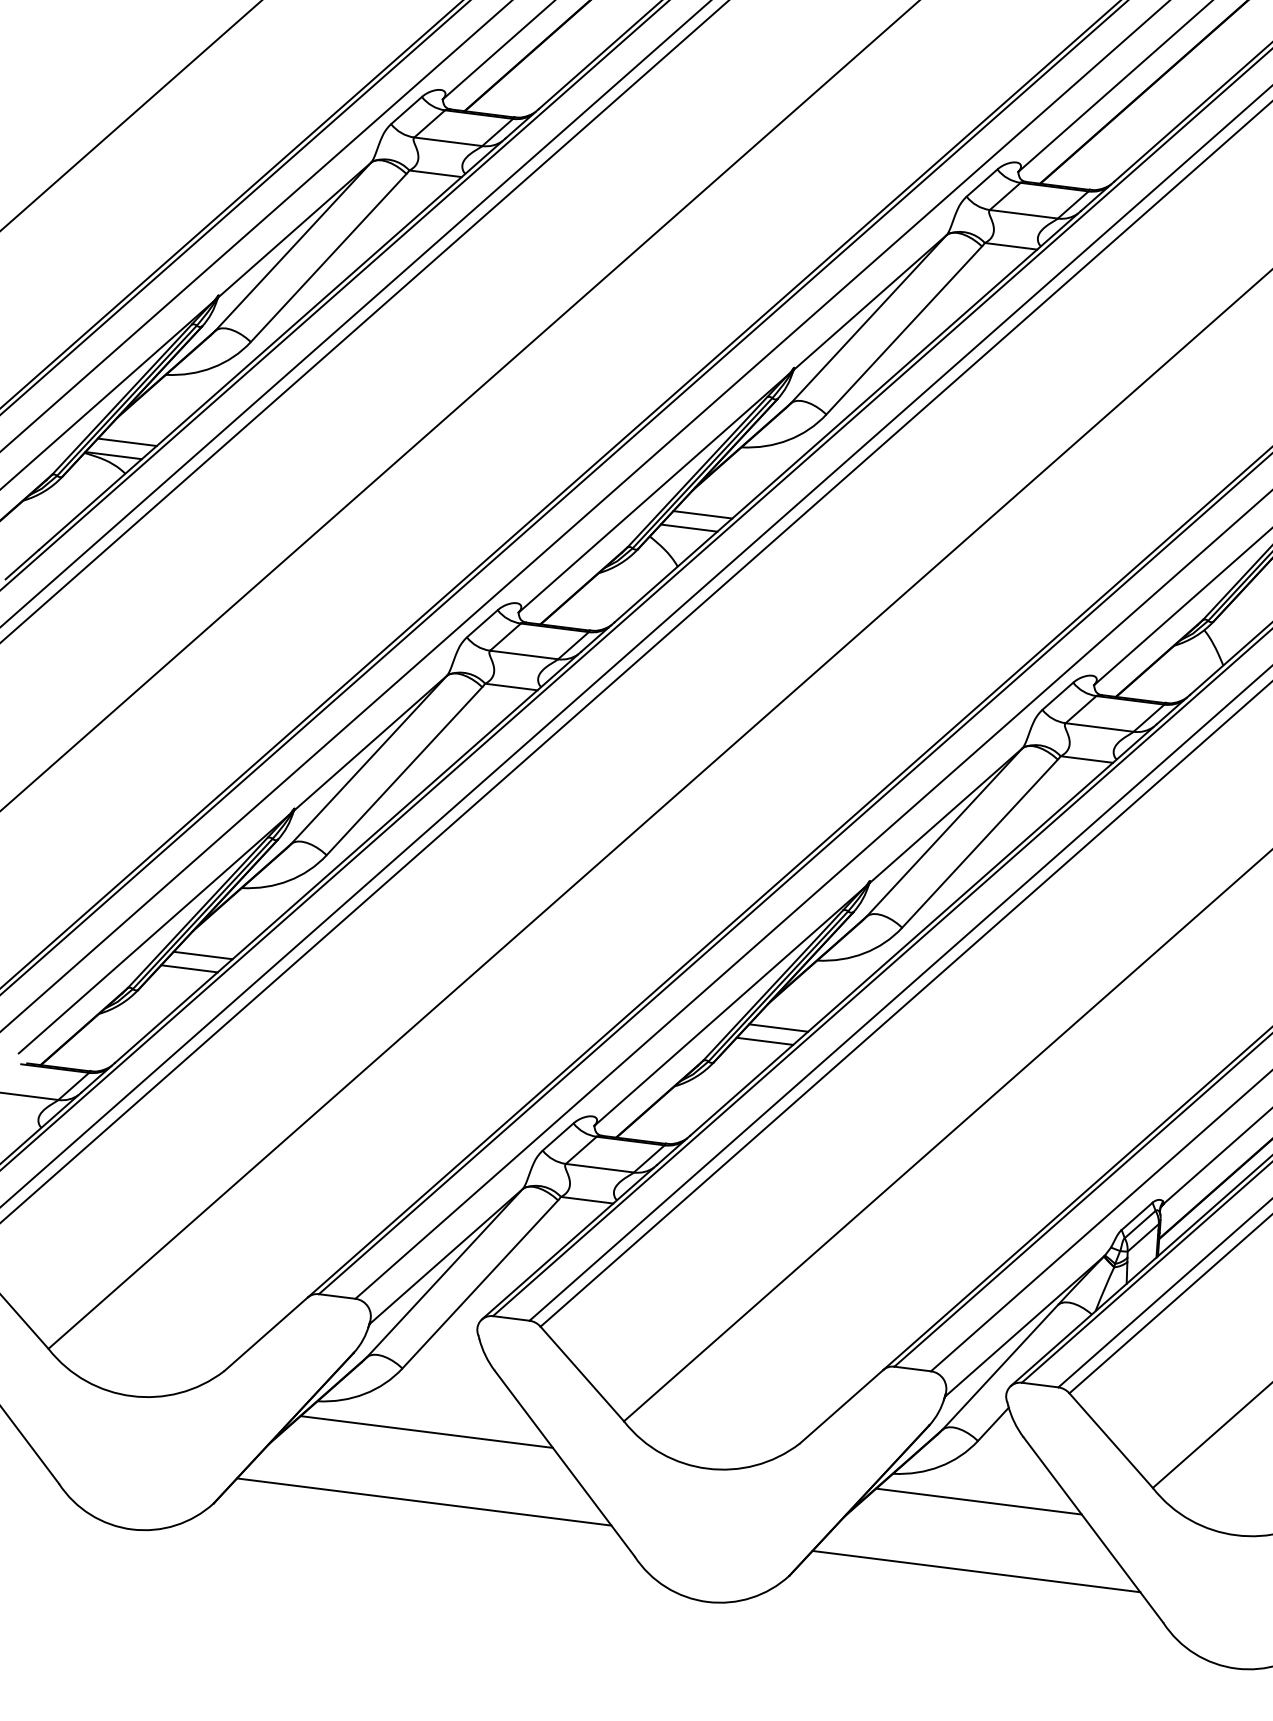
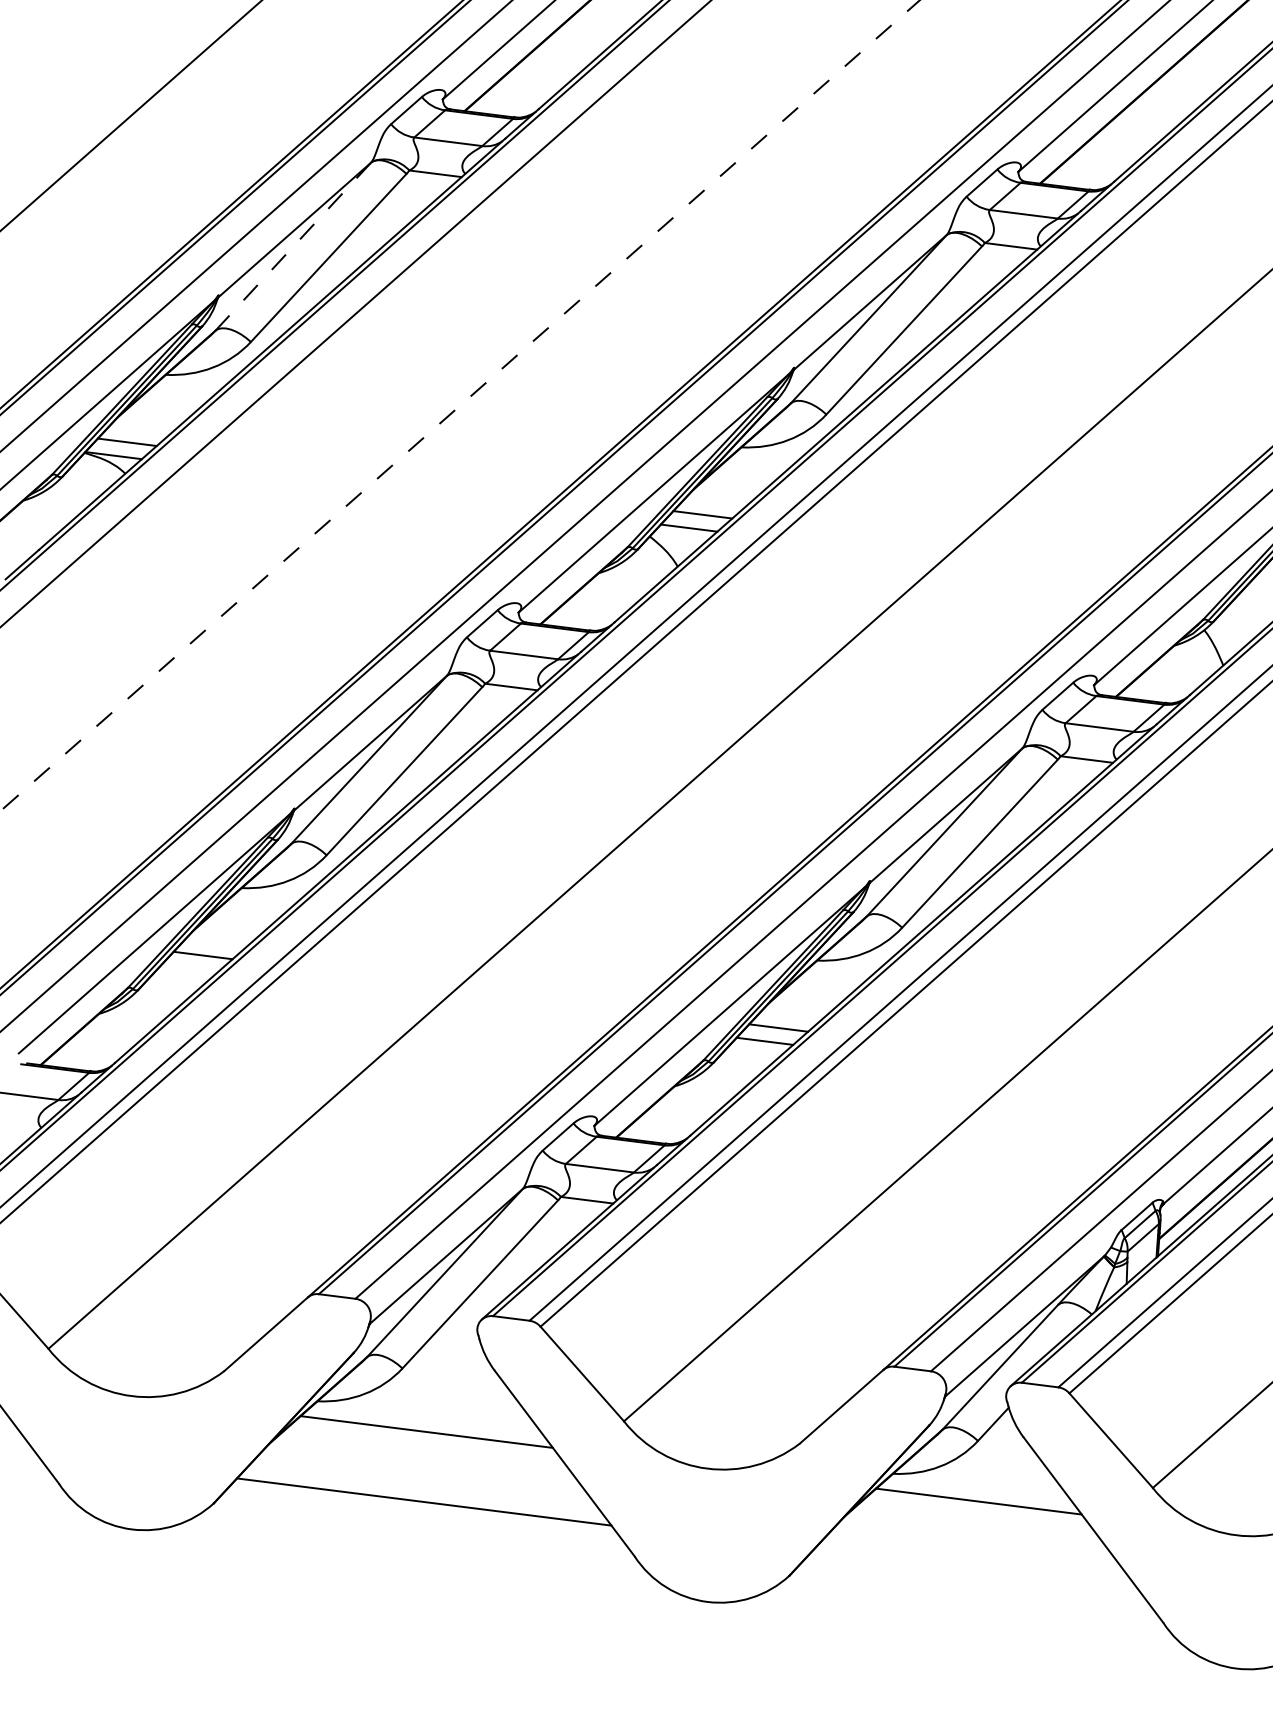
line at (293, 246): solid -> dashed
line at (364, 321): present -> none
line at (459, 405): solid -> dashed
line at (189, 968): present -> none
line at (976, 1571): present -> none
